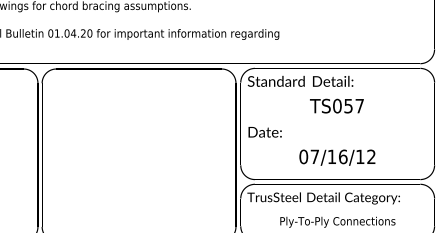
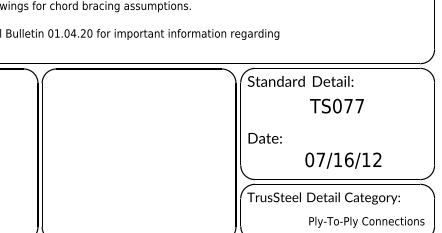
text at (348, 106): TS057 -> TS077
text at (264, 132) position: (264, 132) -> (264, 138)
text at (337, 157) position: (337, 157) -> (343, 160)
text at (337, 221) position: (337, 221) -> (366, 221)
